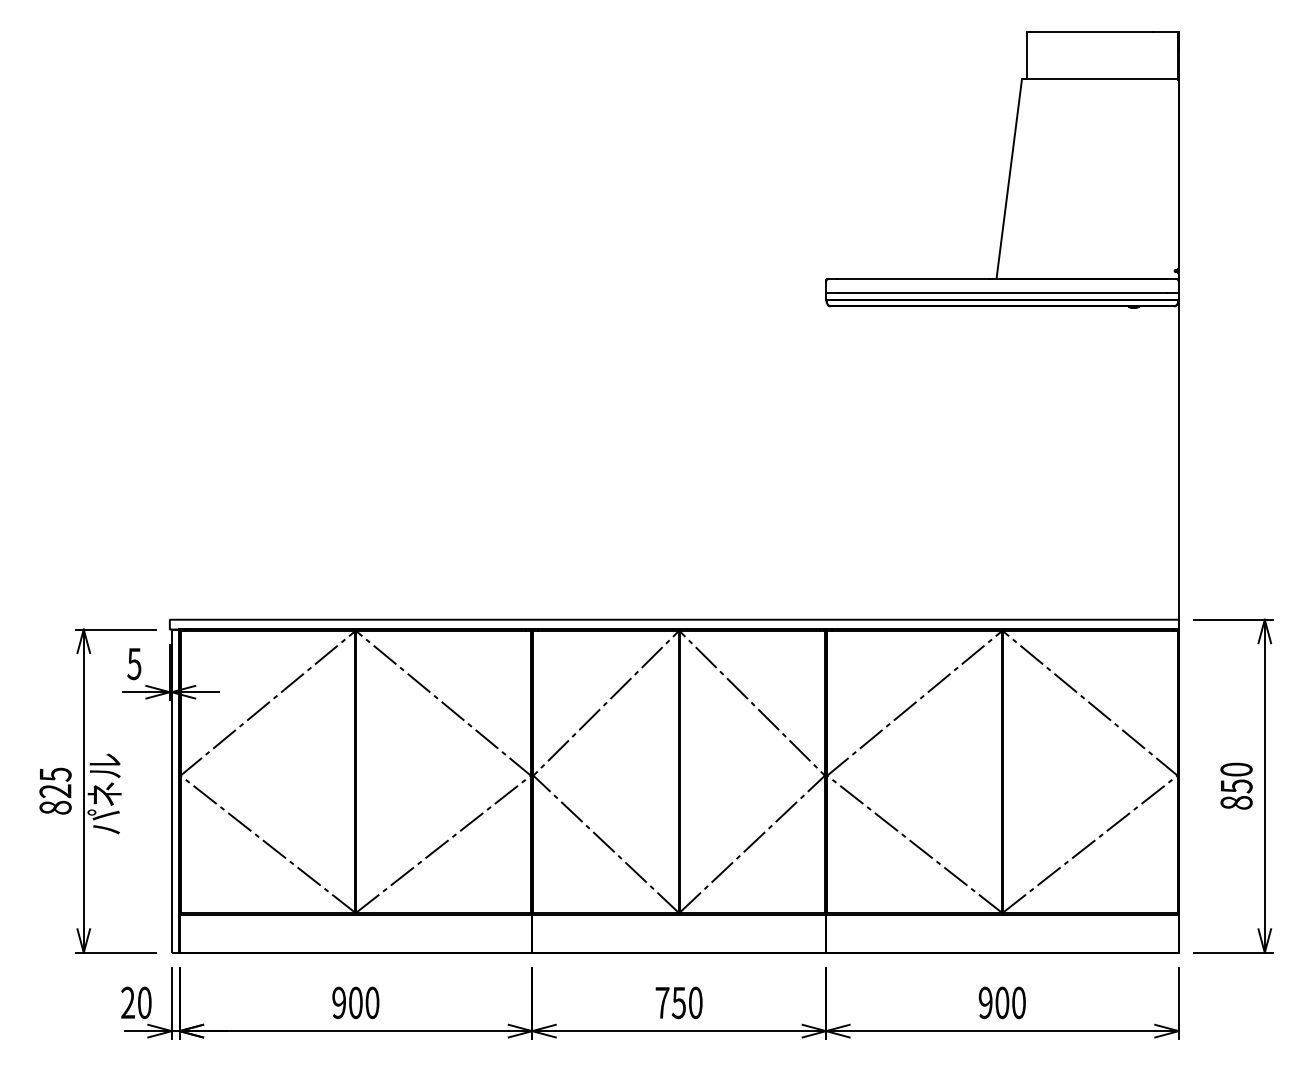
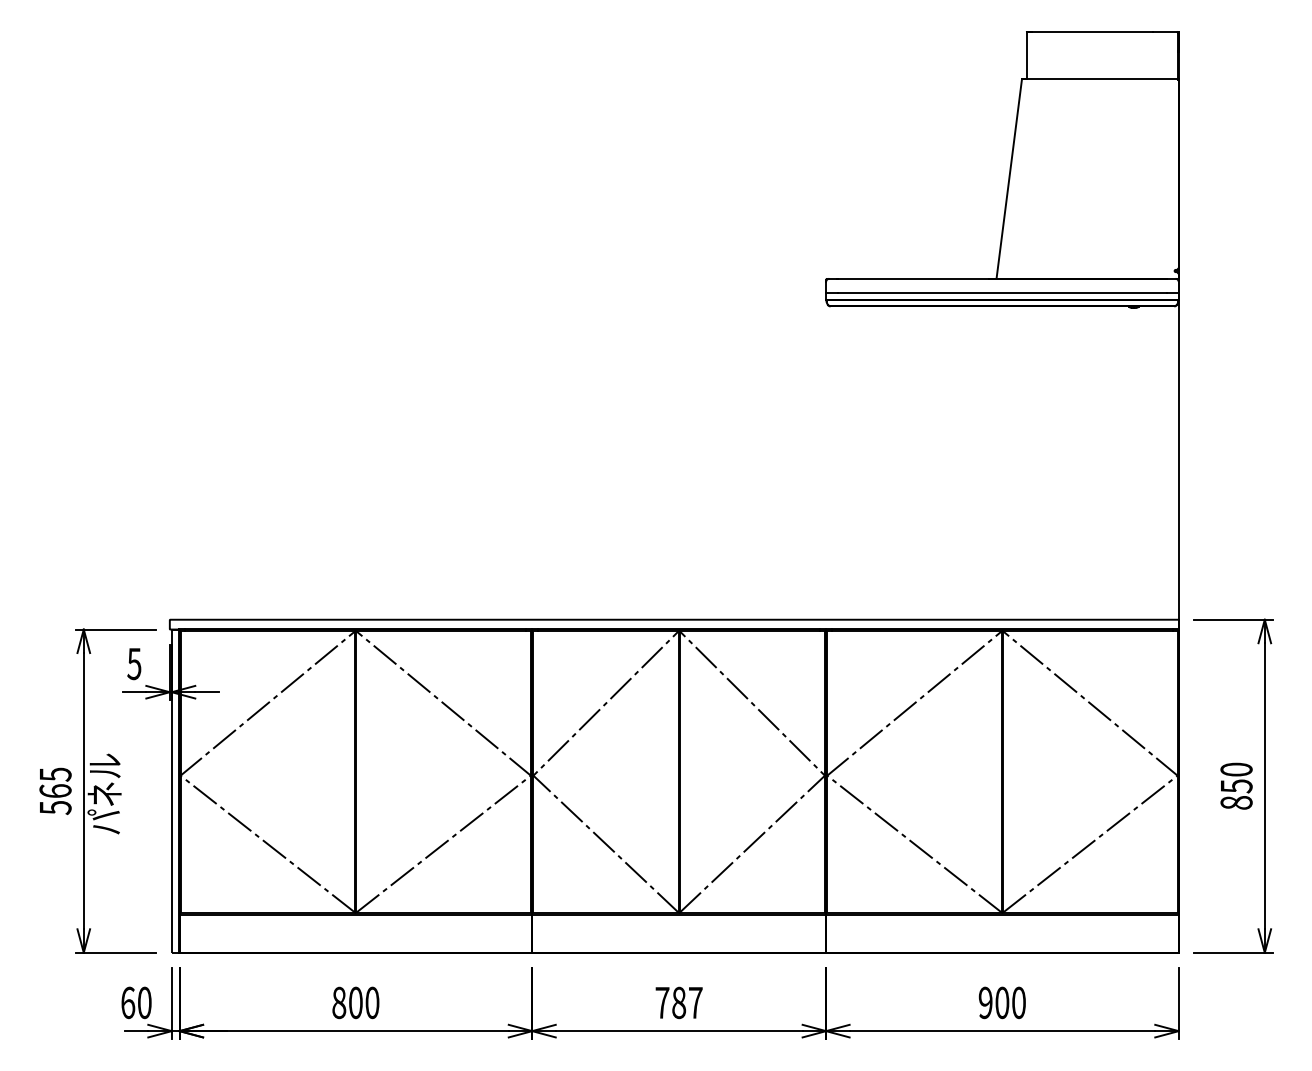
text at (55, 799): 825 -> 565
text at (128, 1002): 20 -> 60
text at (339, 1002): 900 -> 800
text at (687, 1002): 750 -> 787
